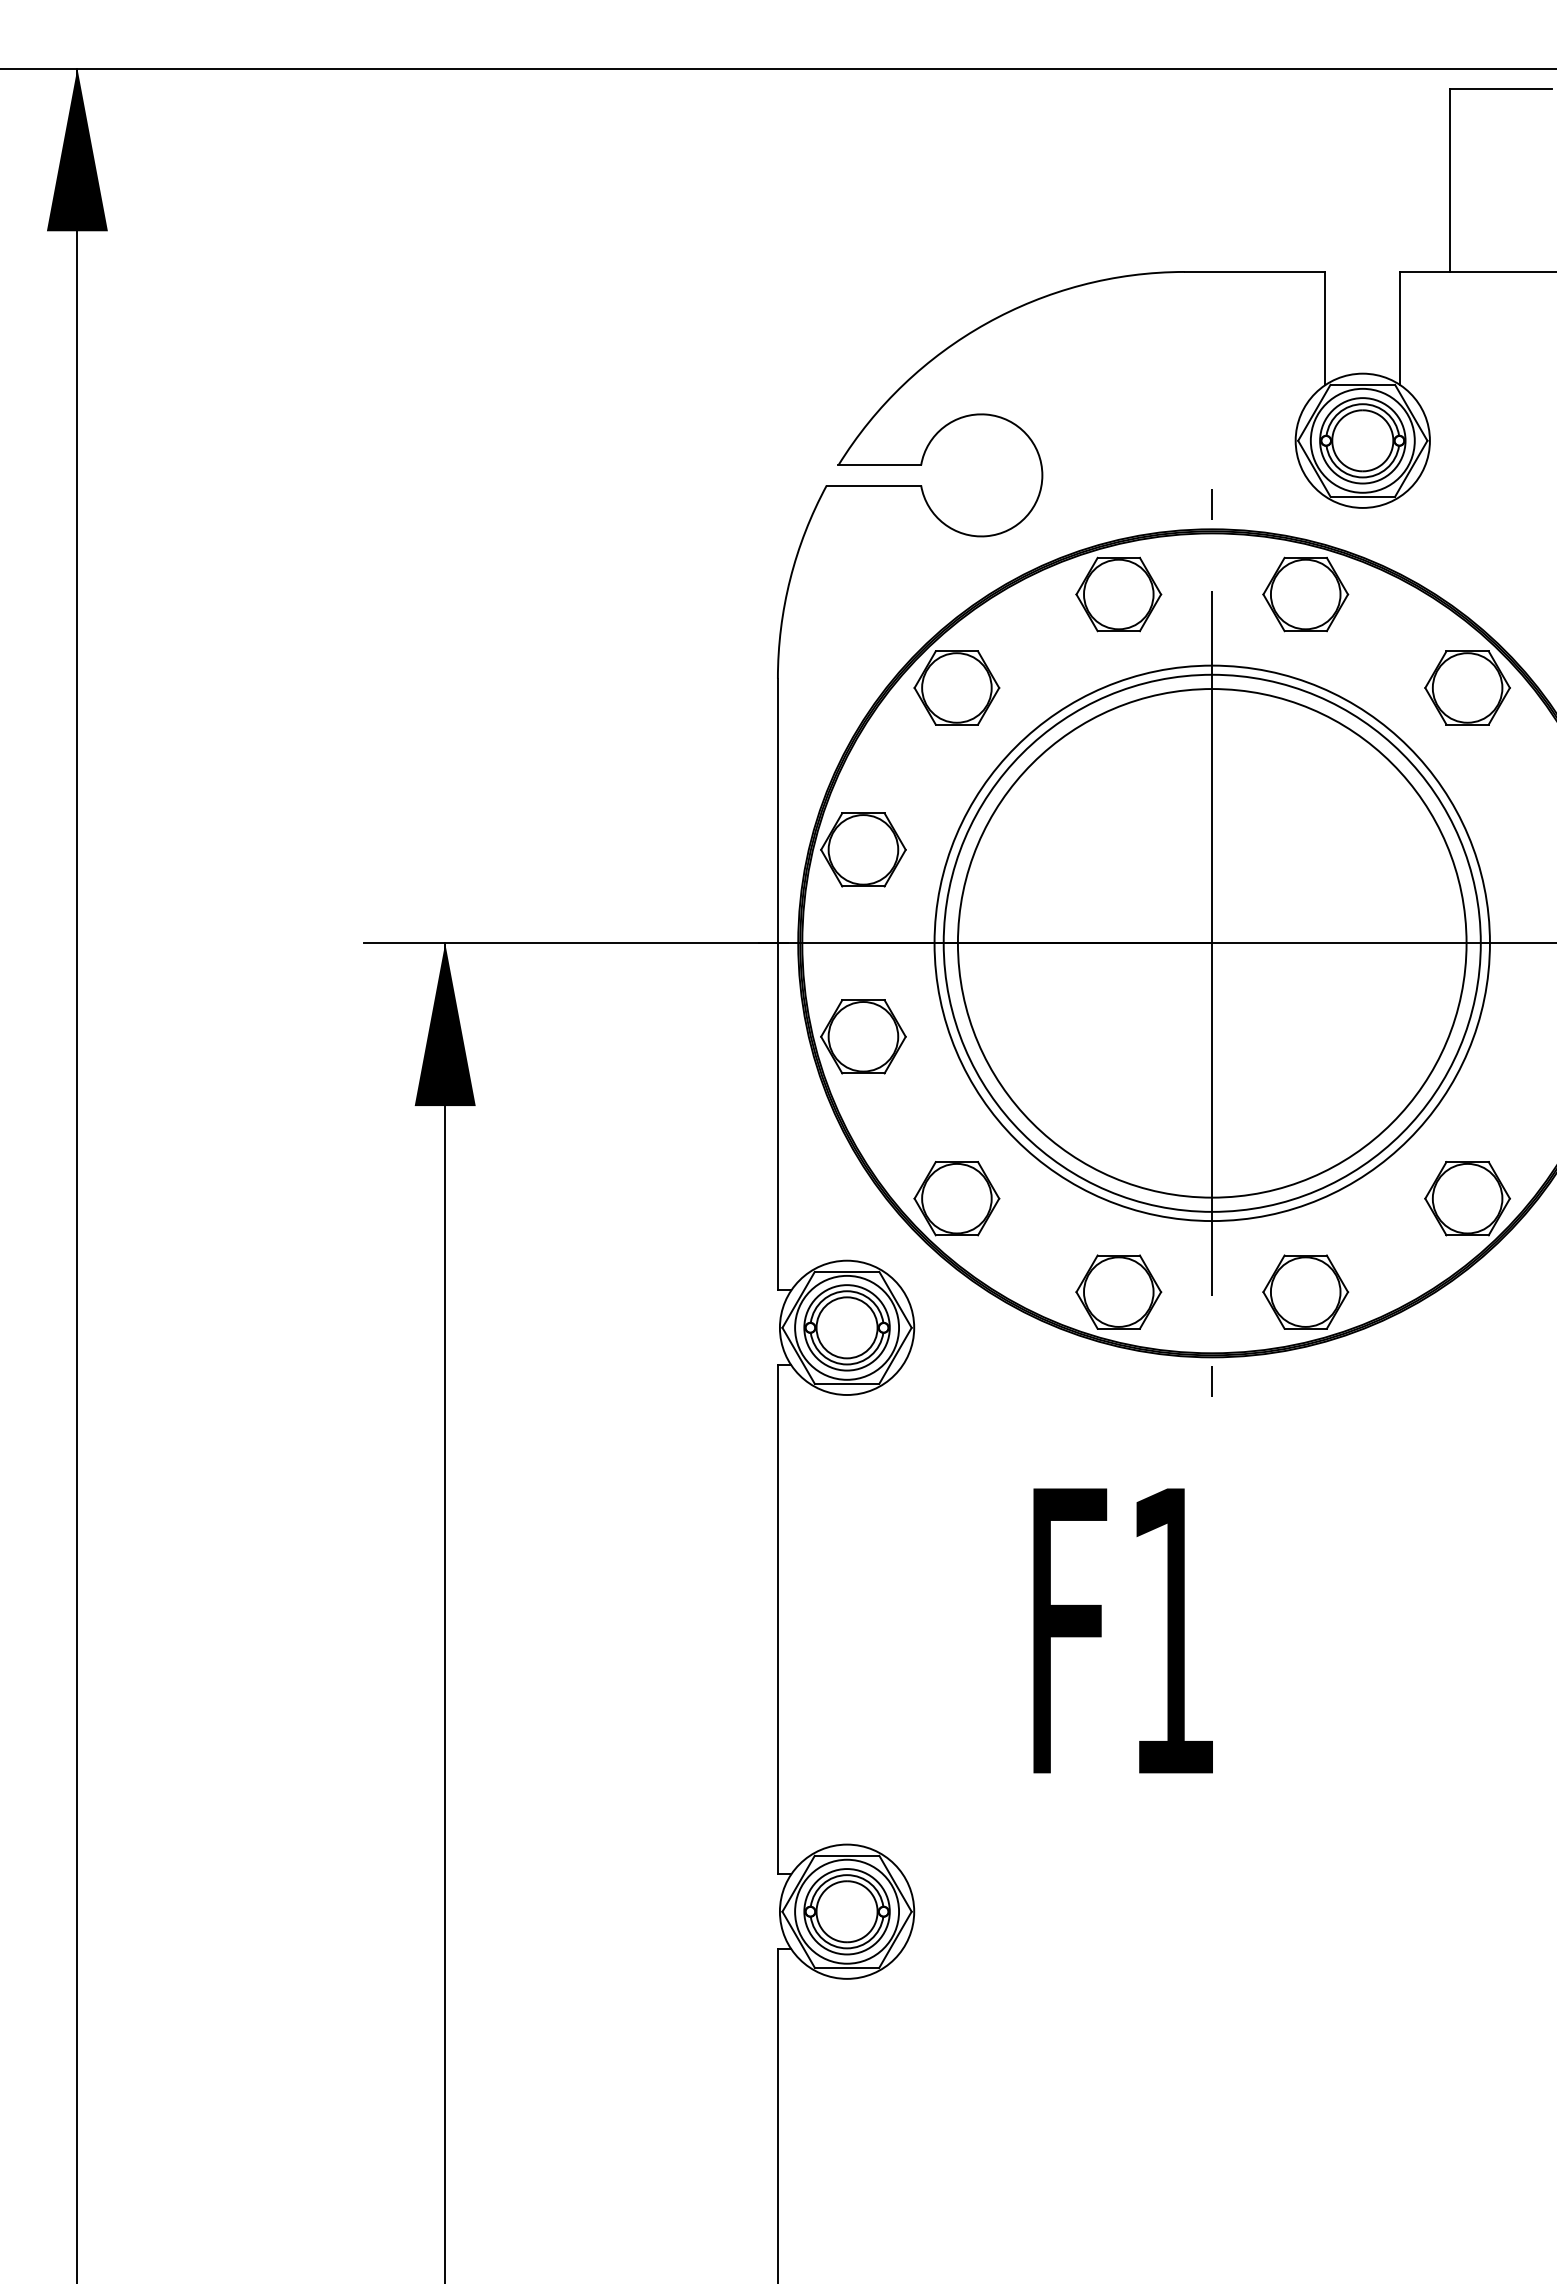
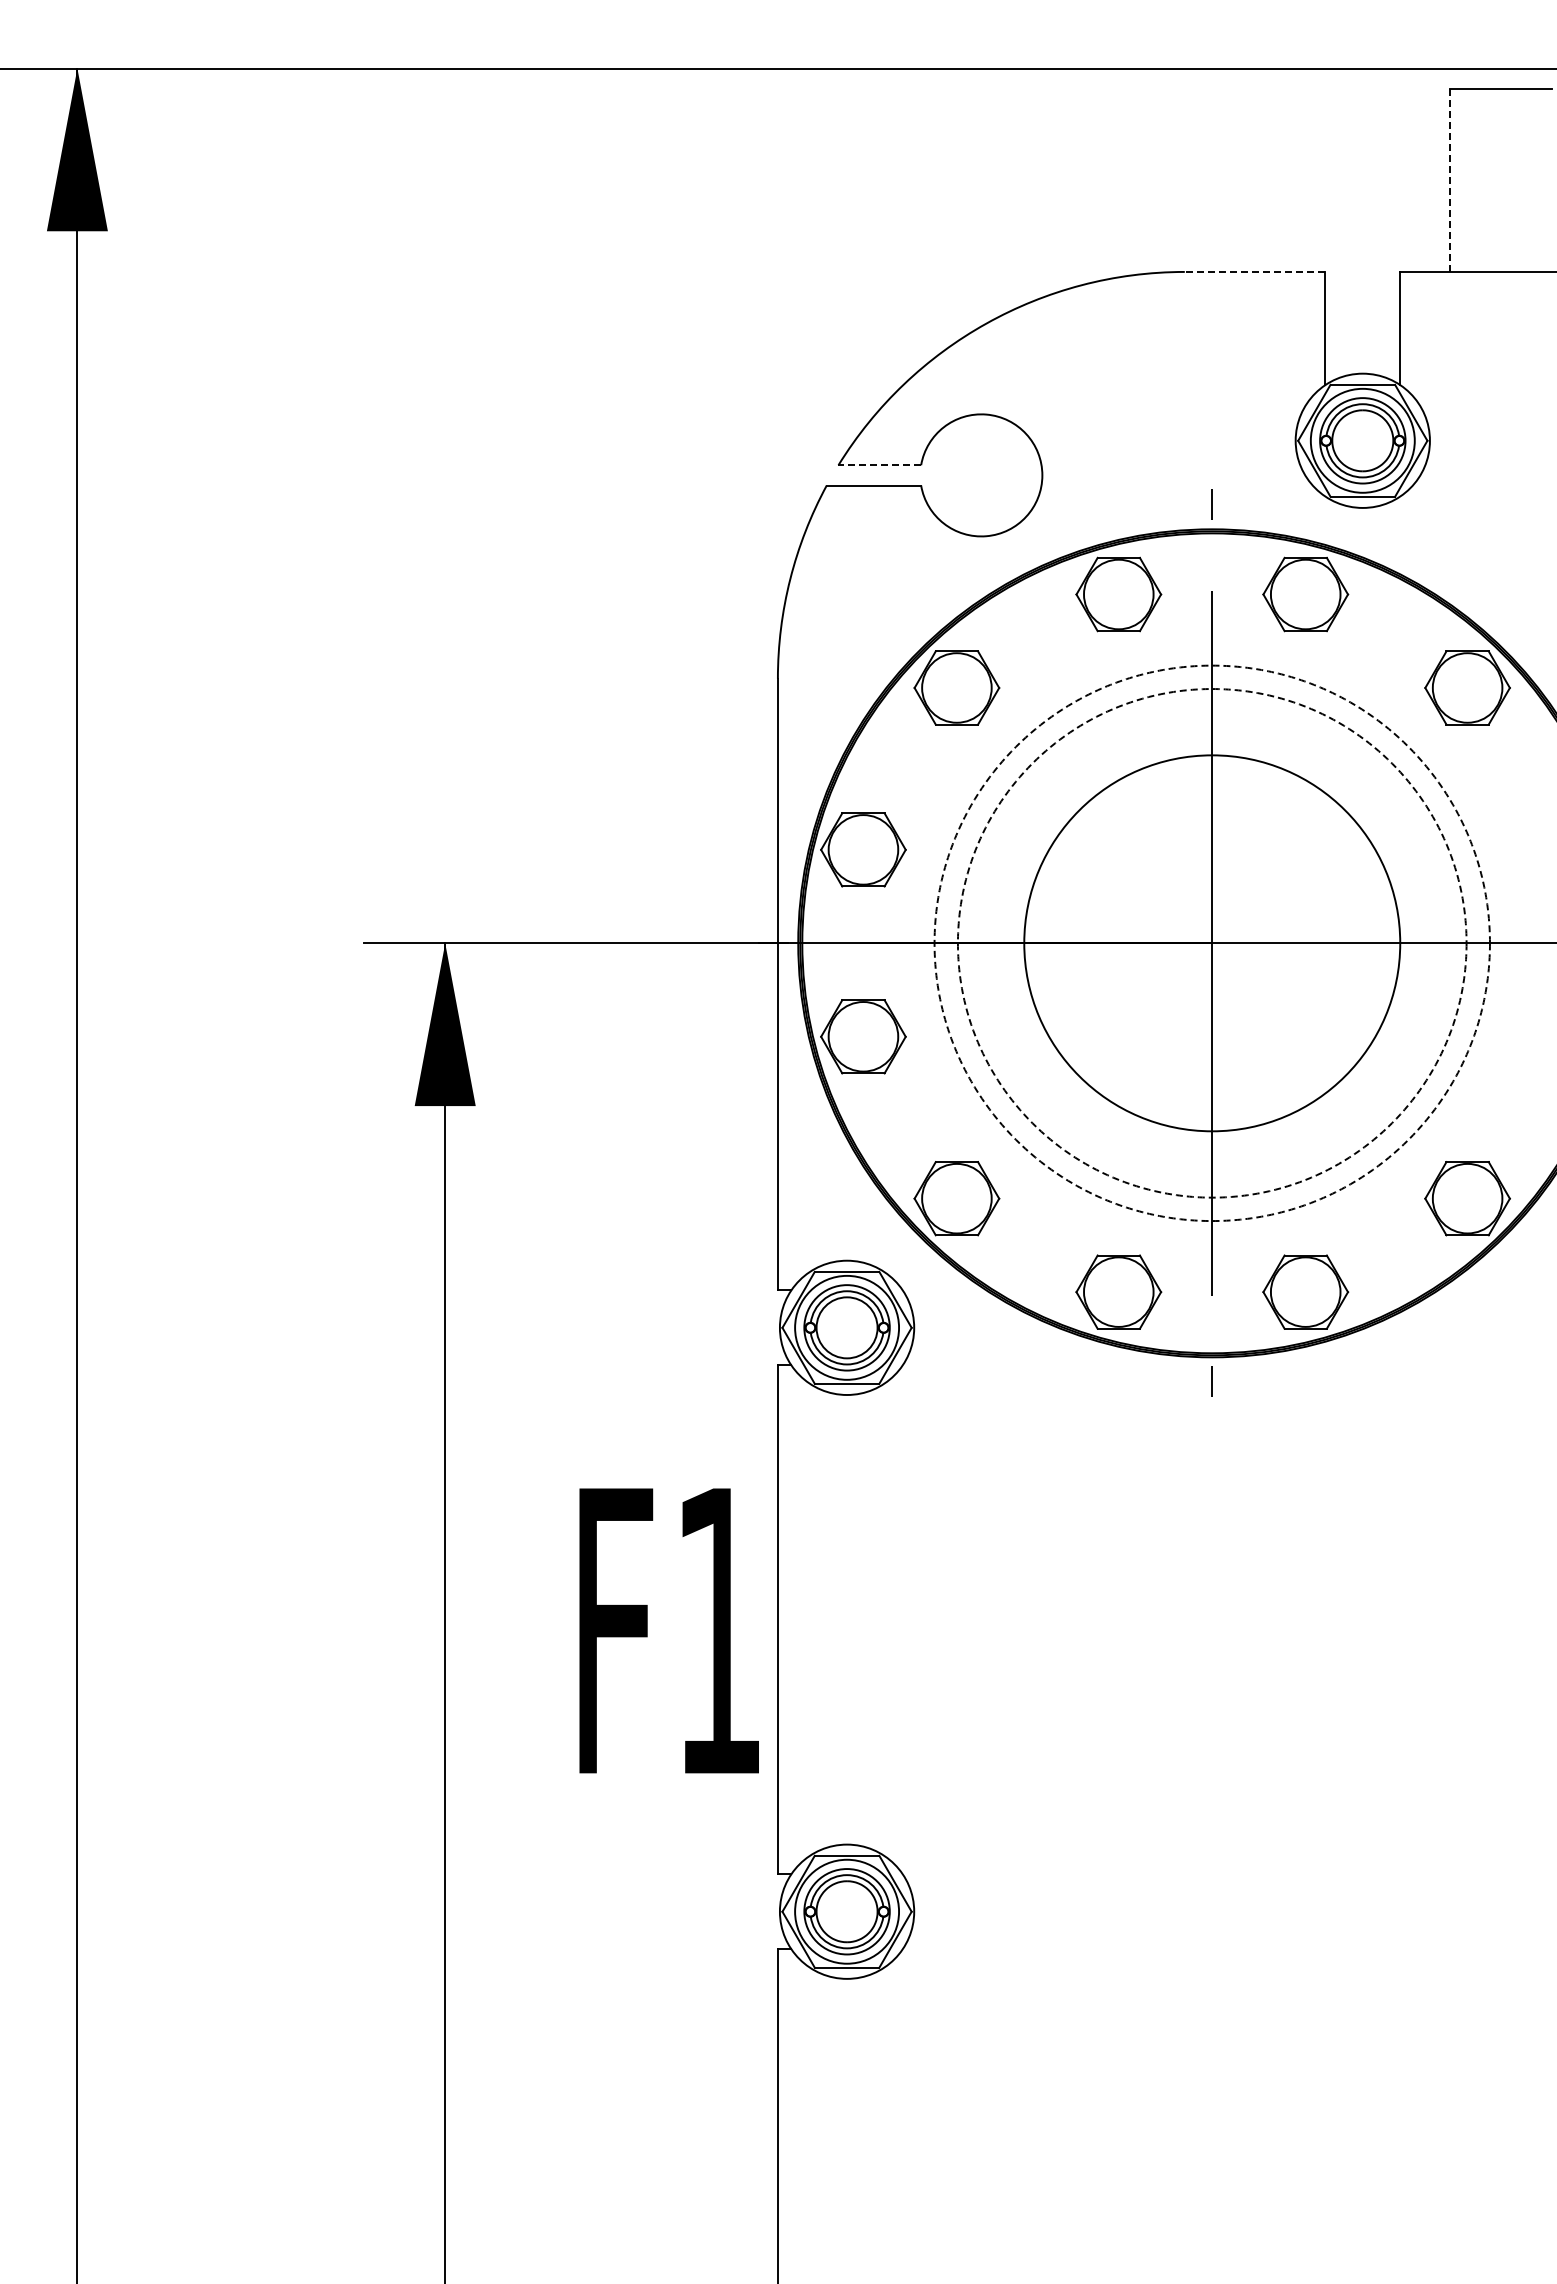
line at (1450, 180): solid -> dashed
line at (1254, 271): solid -> dashed
line at (879, 465): solid -> dashed
circle at (1211, 942) diameter: 537 px -> 376 px
circle at (1211, 943): solid -> dashed
circle at (1211, 943): solid -> dashed
text at (1122, 1630) position: (1122, 1630) -> (668, 1630)
